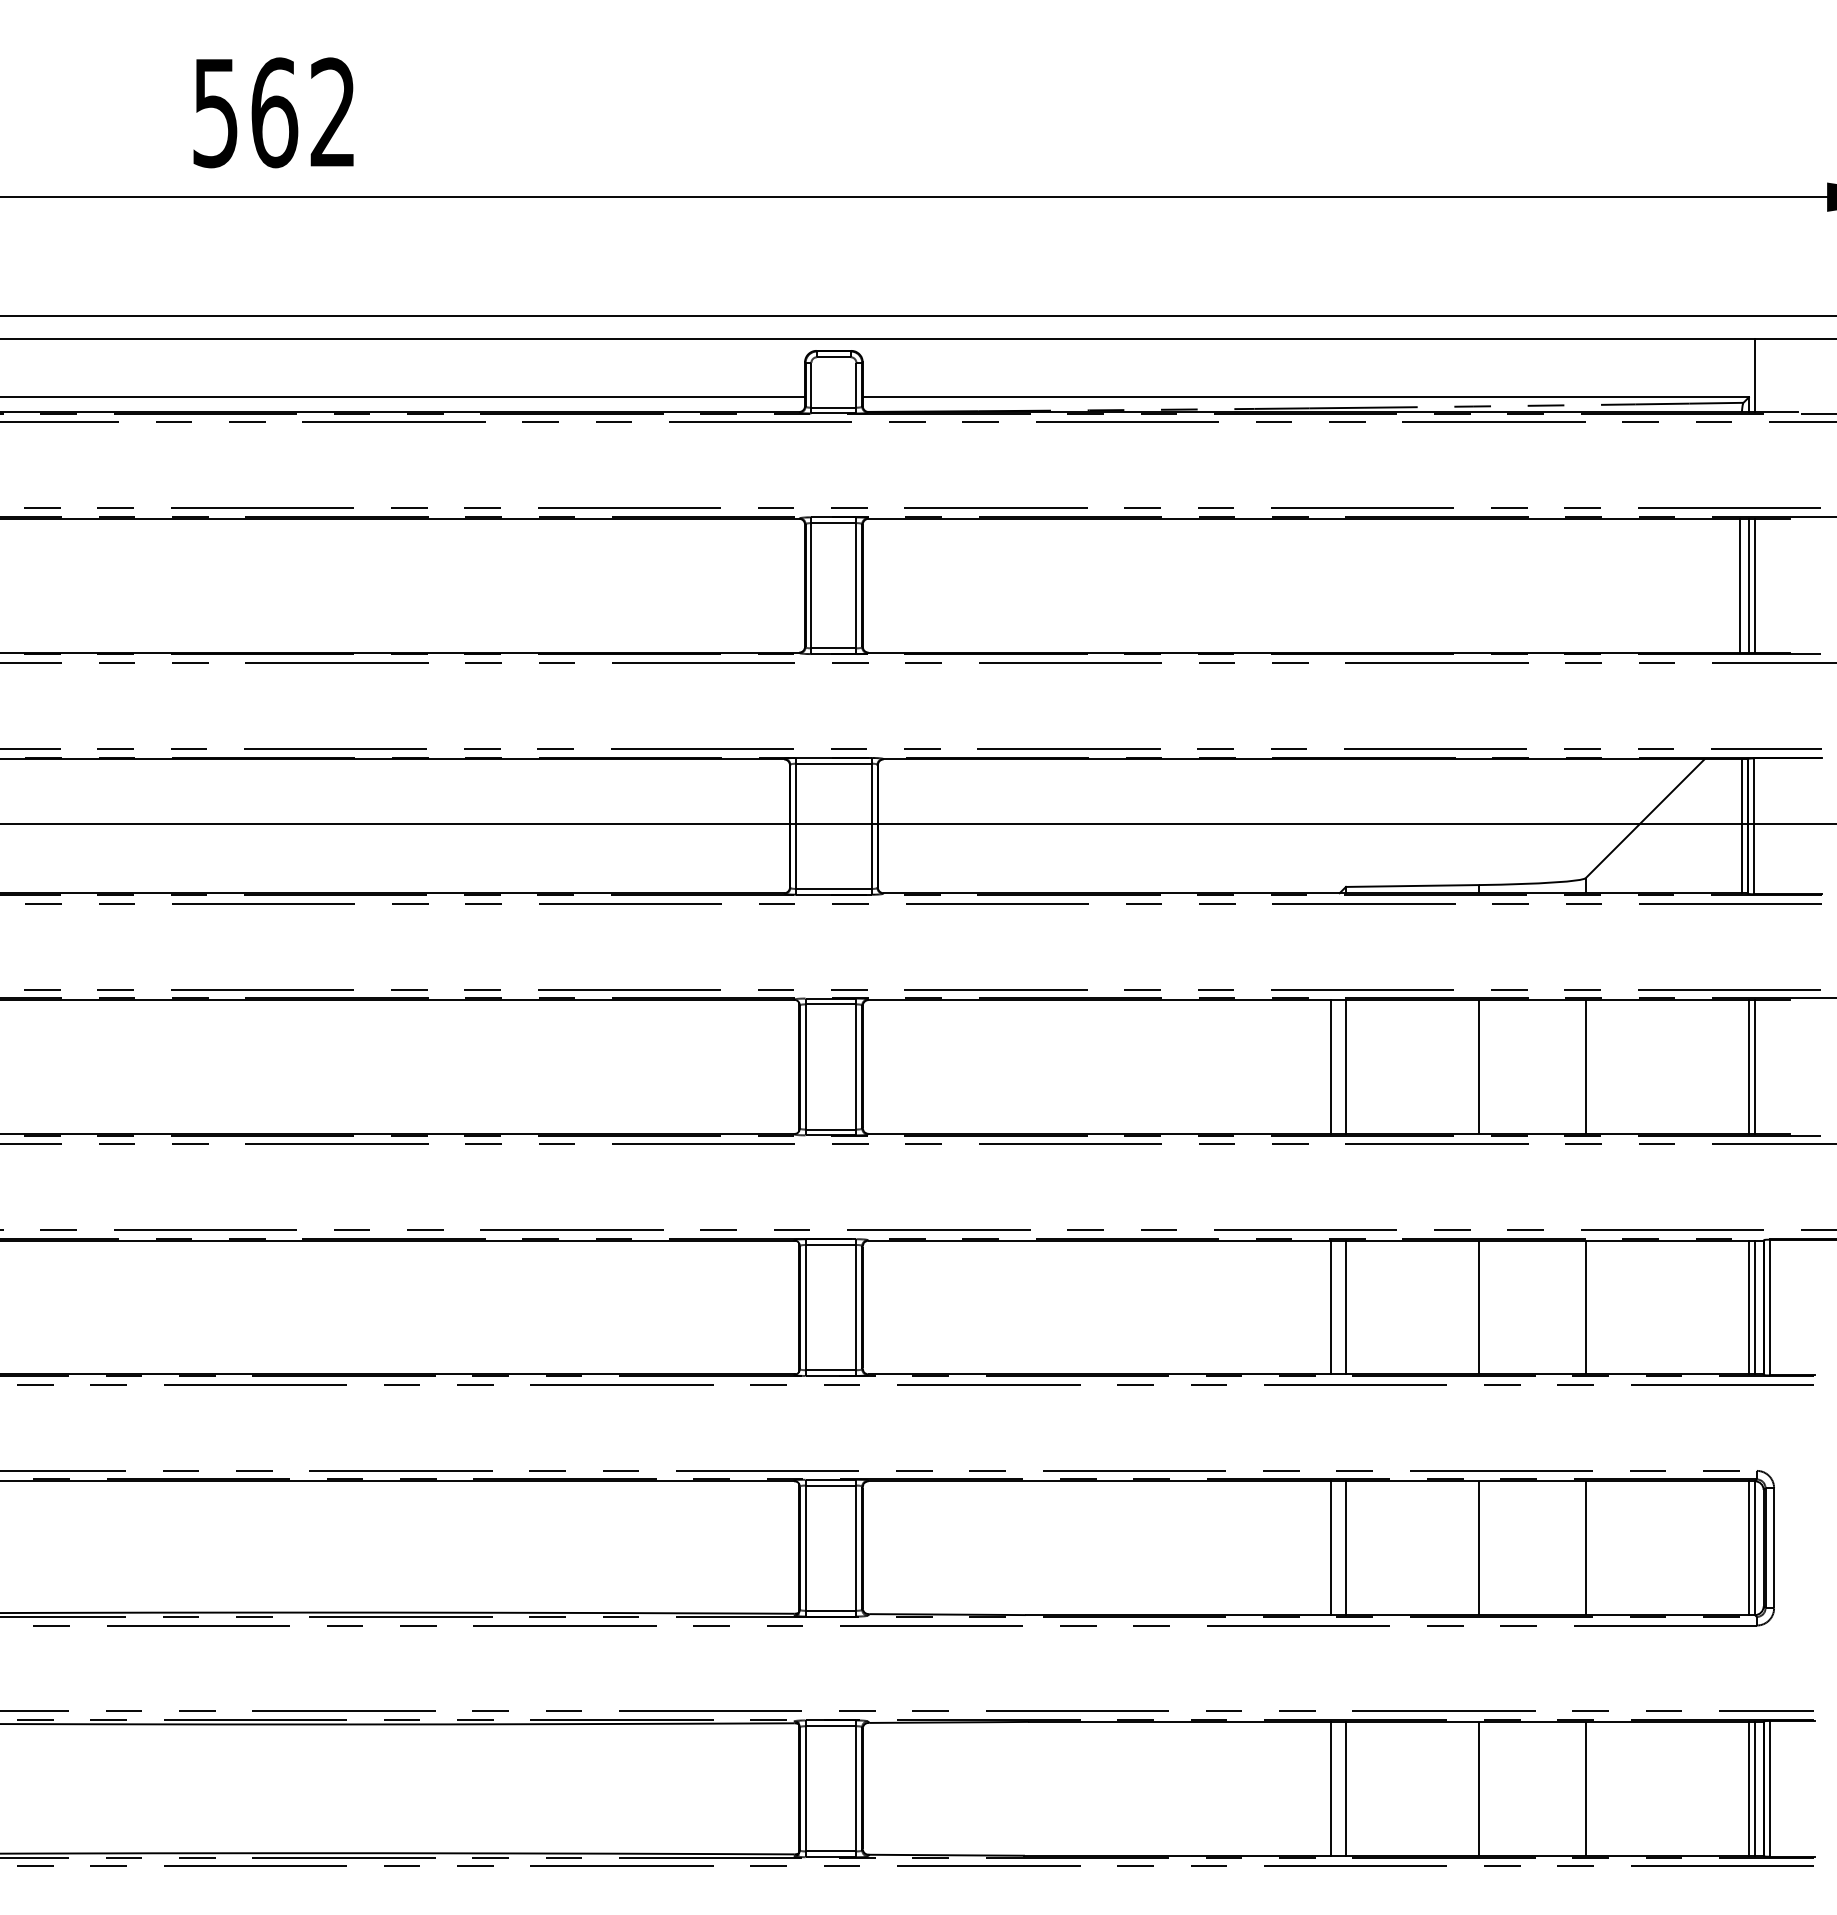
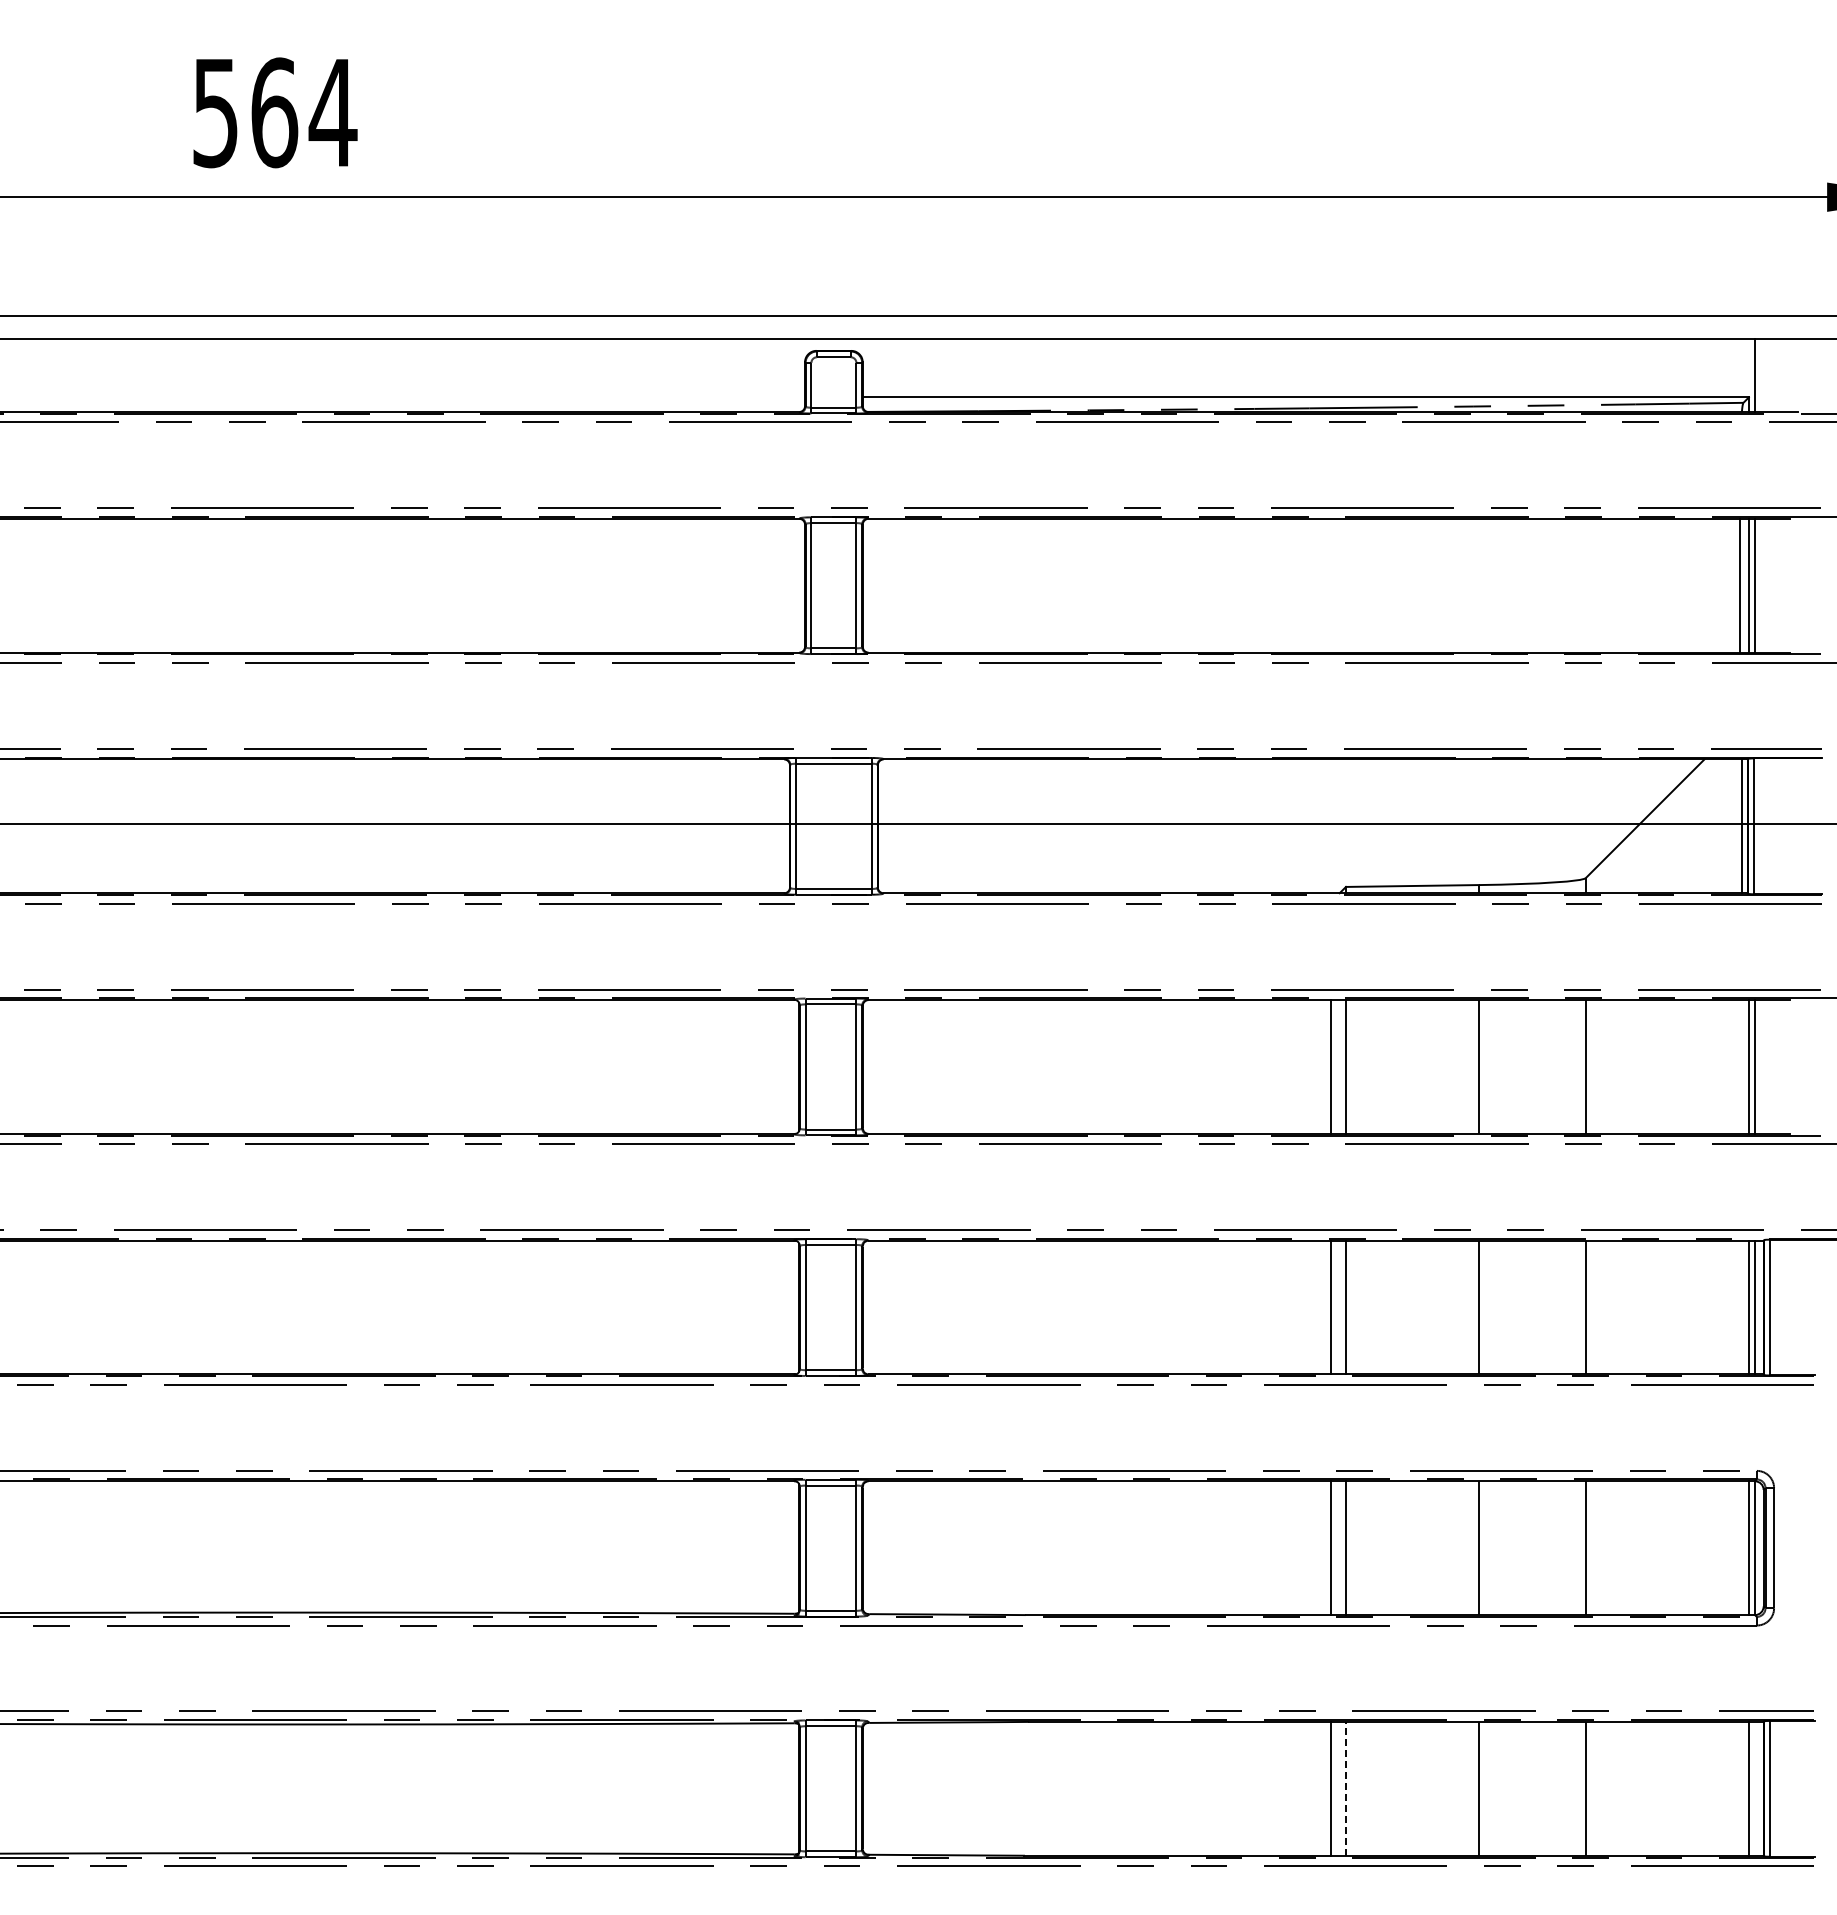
text at (332, 111): 562 -> 564
line at (403, 397): present -> none
line at (1346, 1788): solid -> dashed
line at (1754, 1788): present -> none
